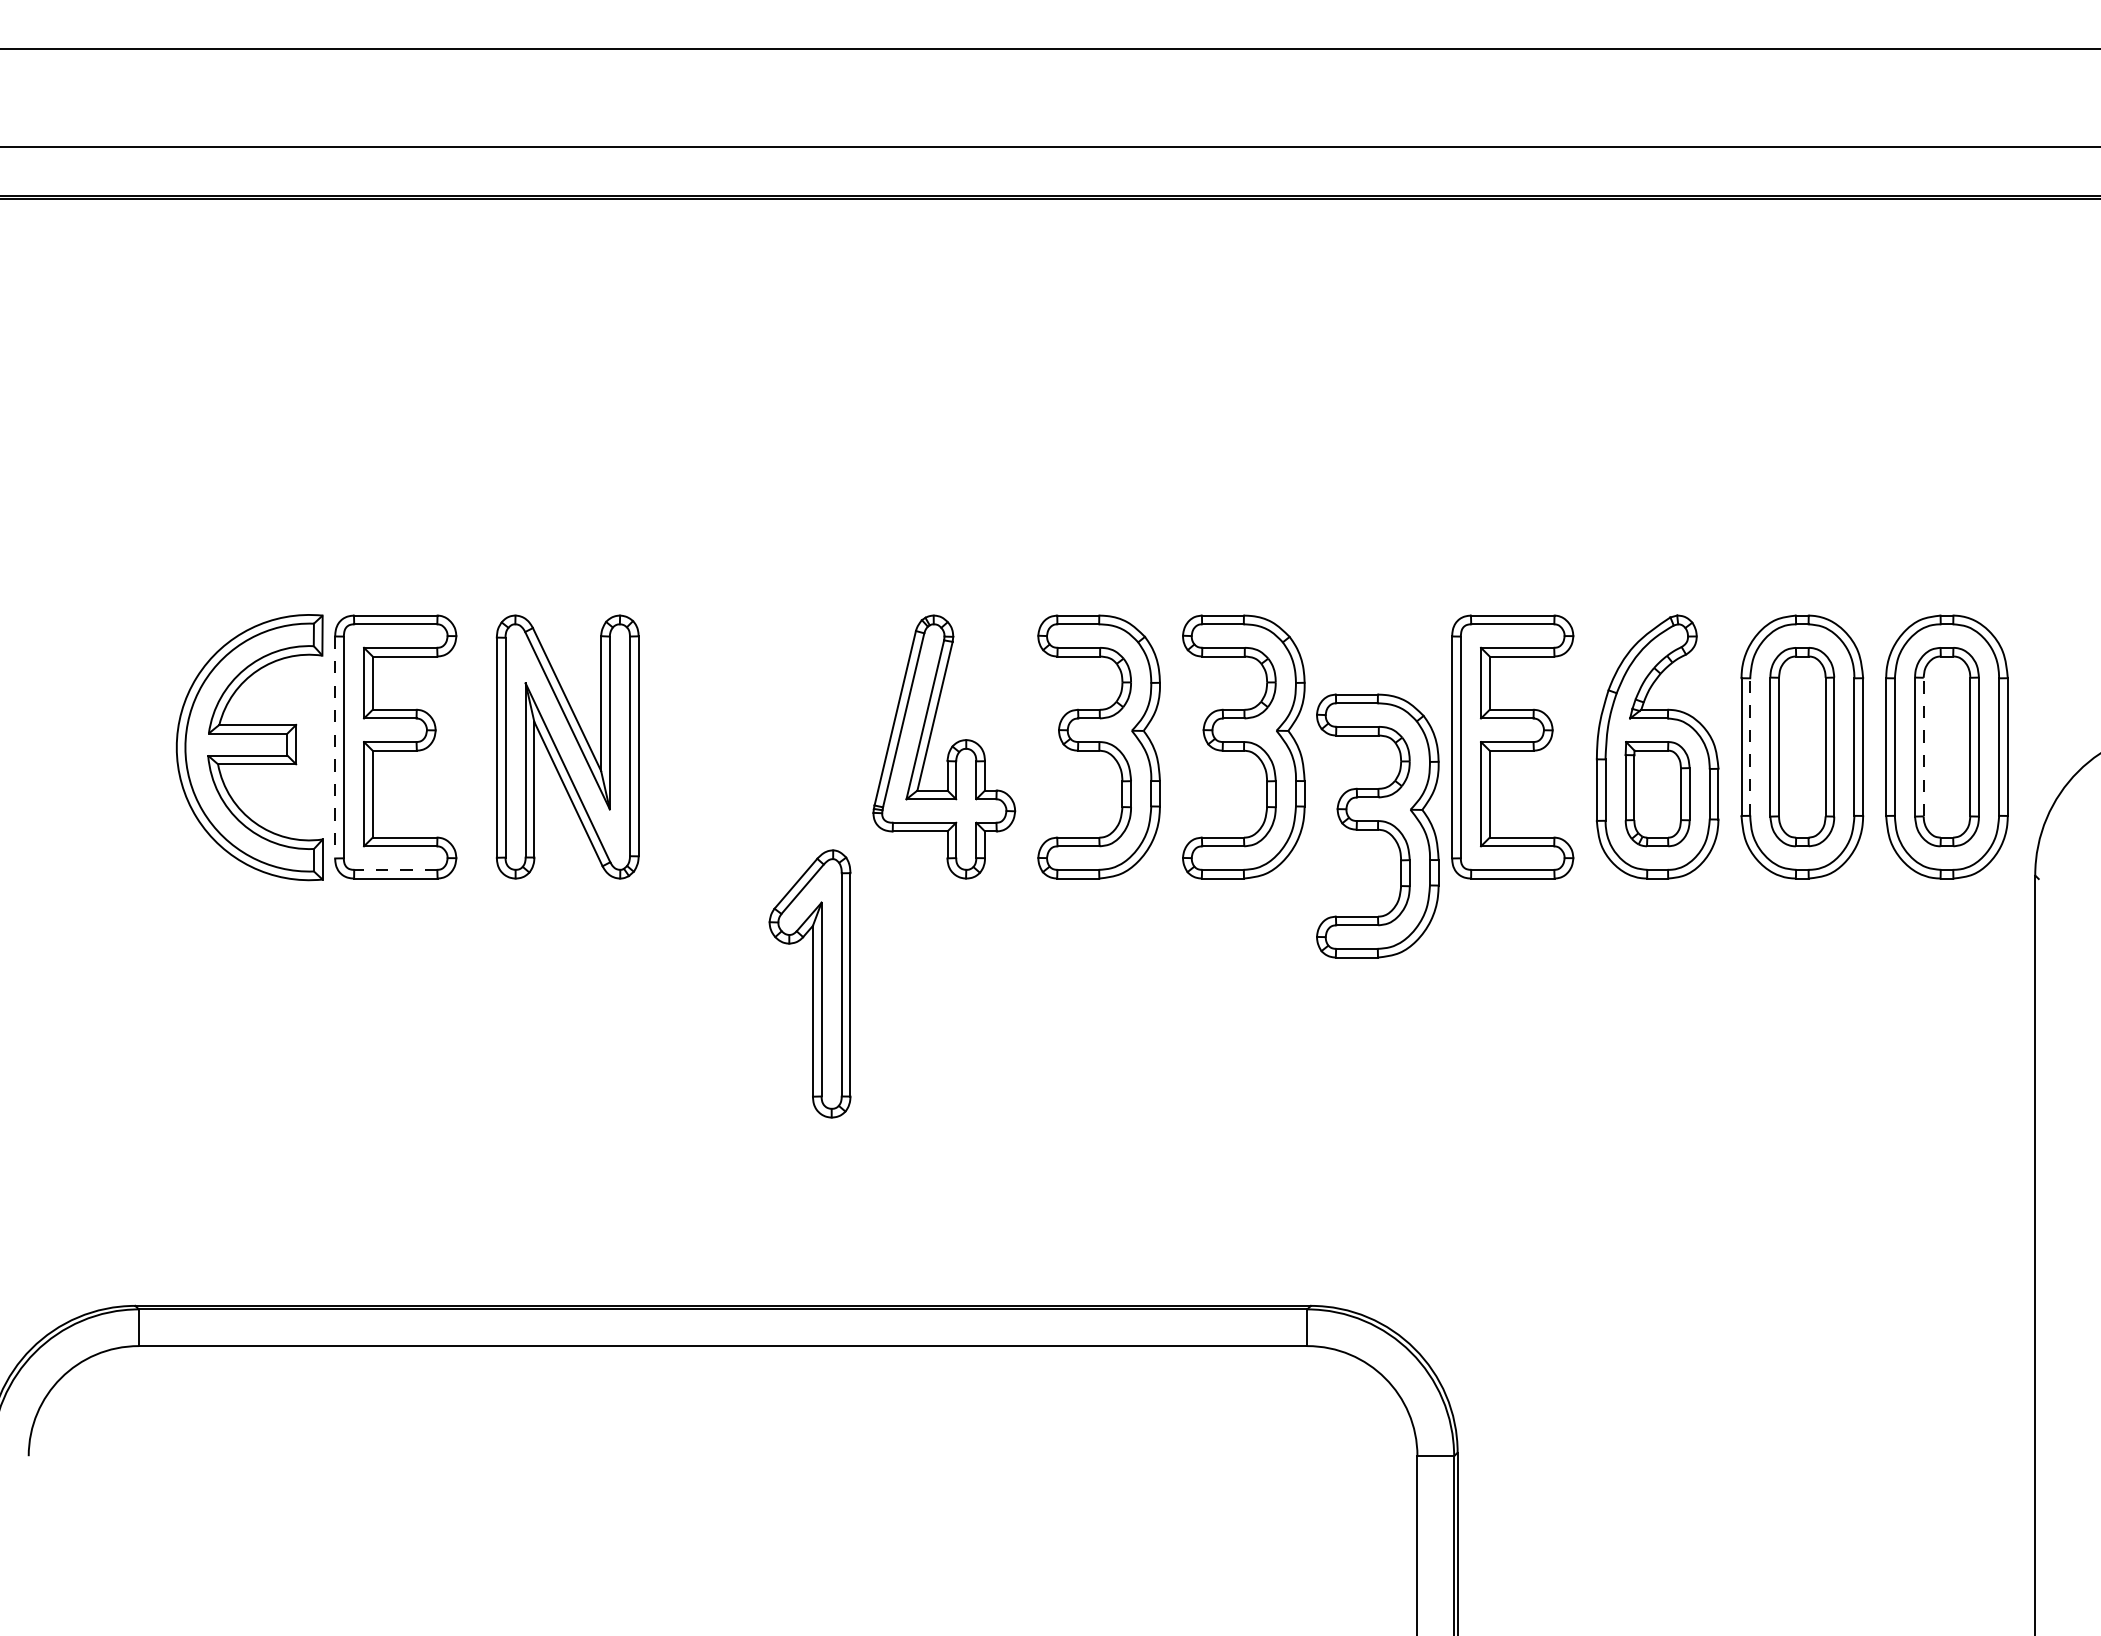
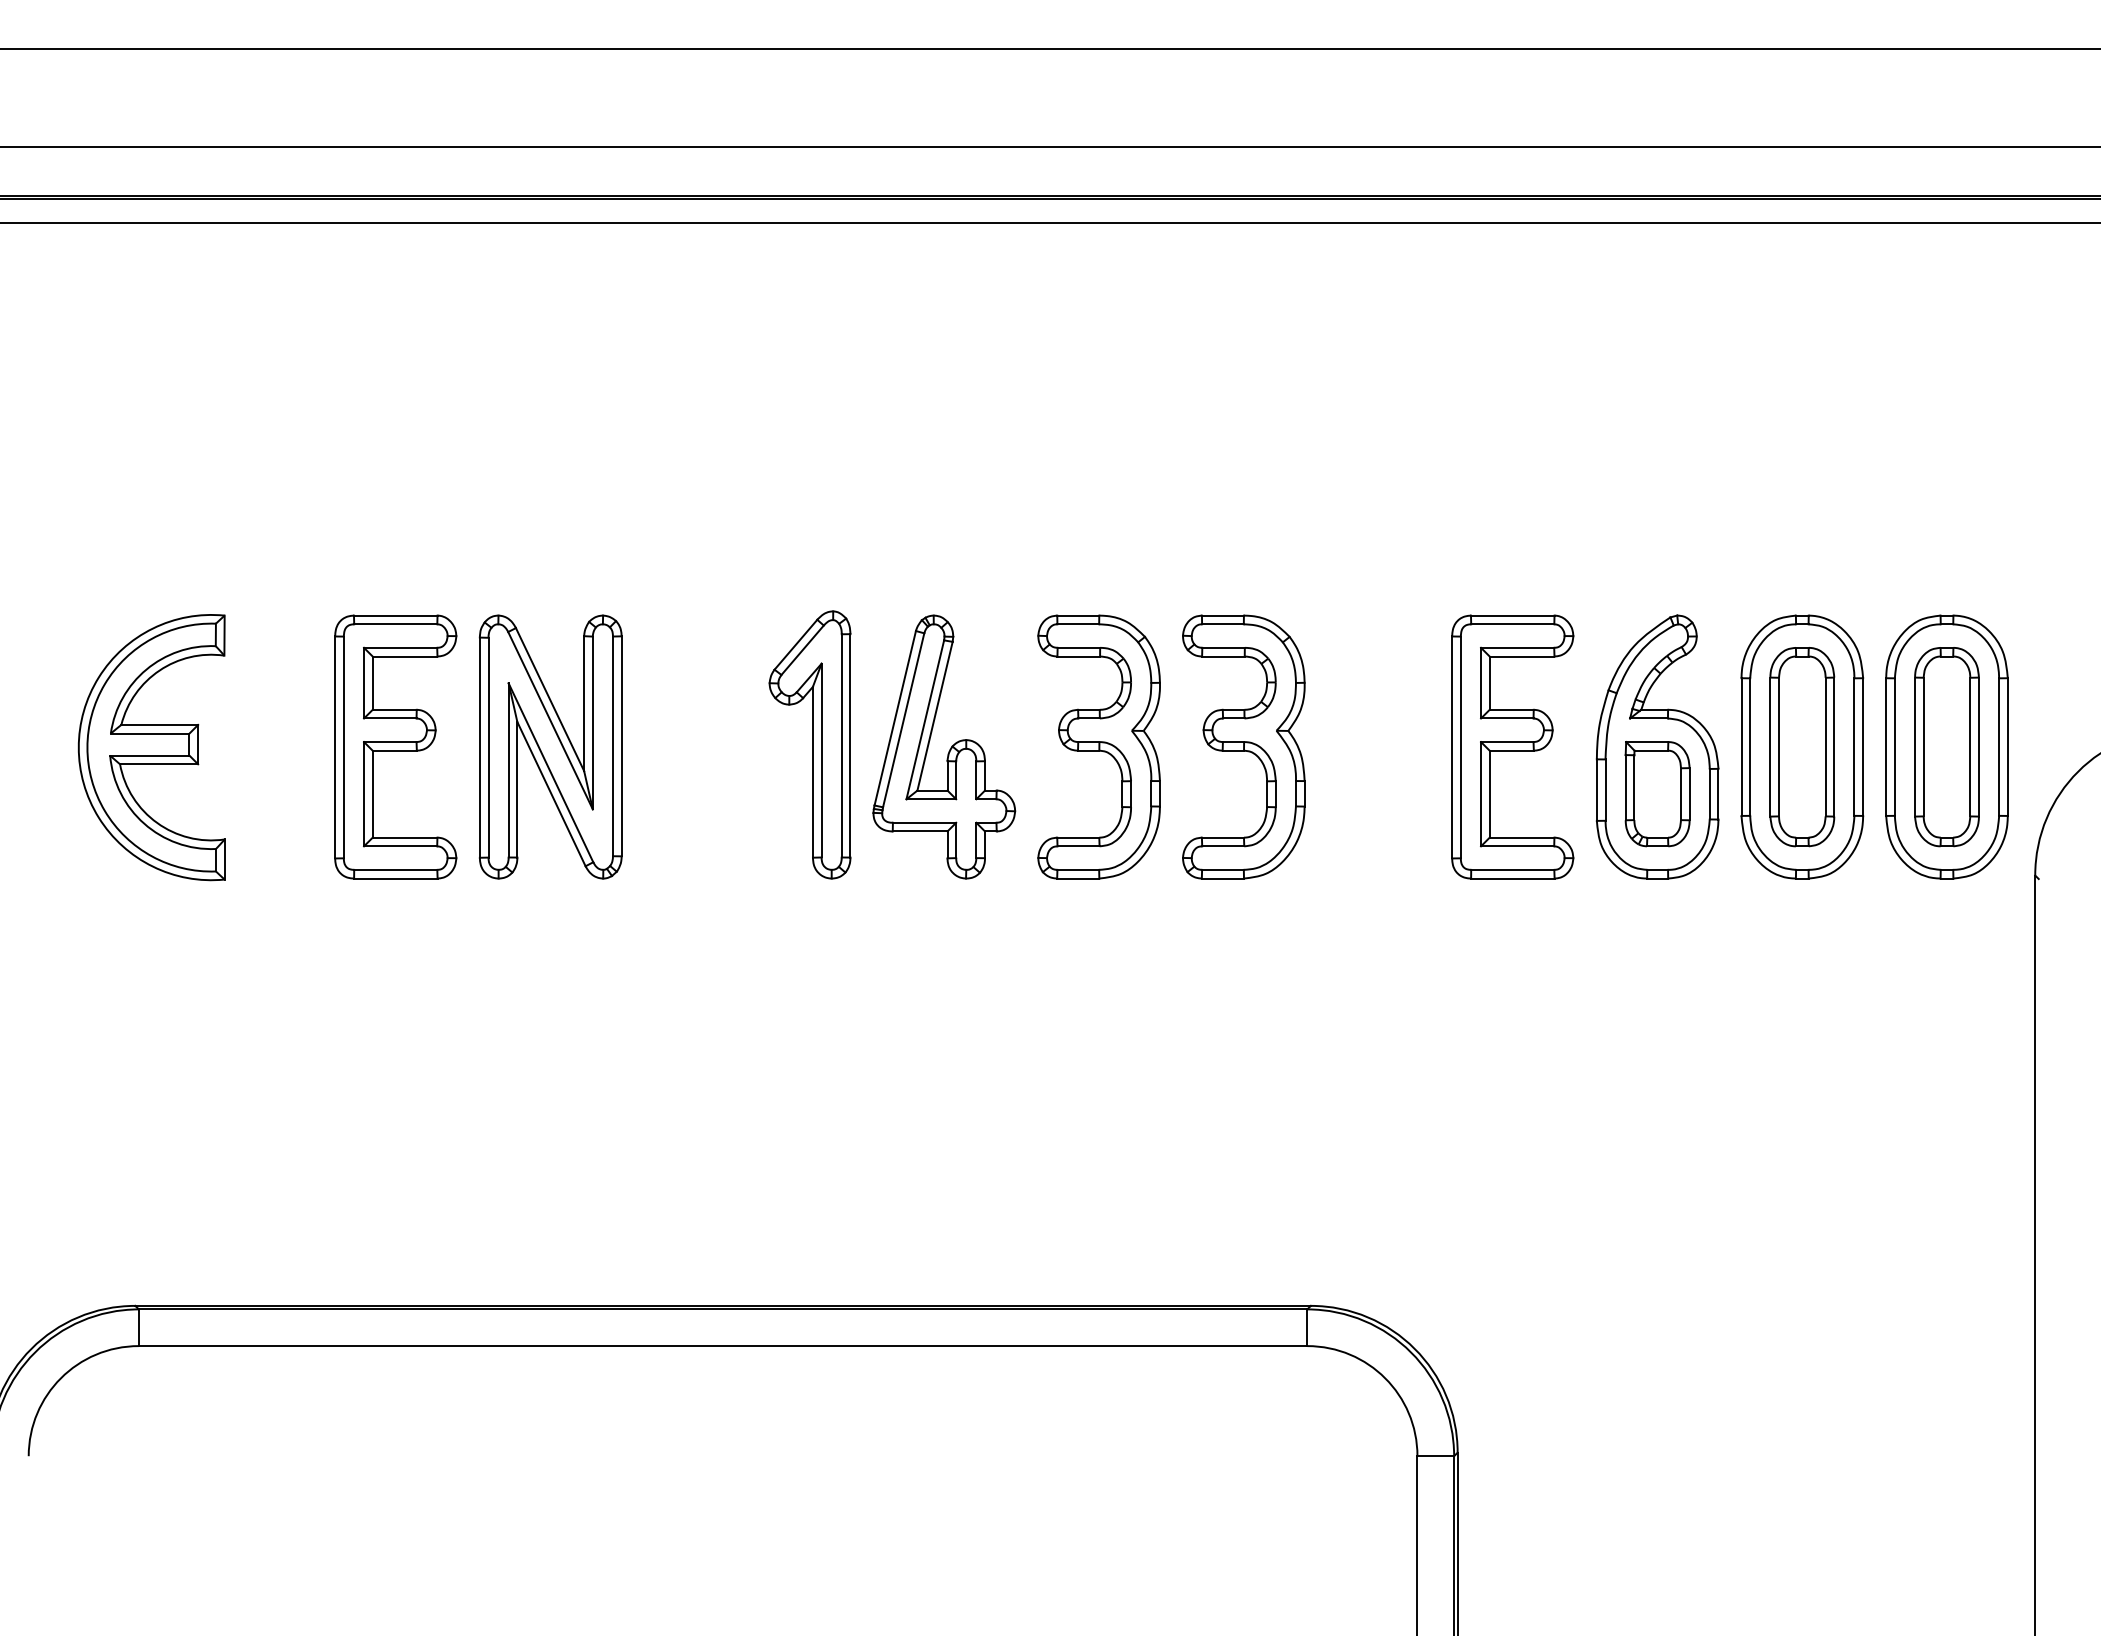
line at (1049, 223): none -> present
part at (567, 746) position: (567, 746) -> (550, 746)
line at (1923, 746): dashed -> solid
part at (249, 747) position: (249, 747) -> (151, 747)
line at (335, 747): dashed -> solid
line at (1750, 747): dashed -> solid
part at (1377, 825): present -> none
line at (395, 869): dashed -> solid
part at (809, 983) position: (809, 983) -> (809, 744)
